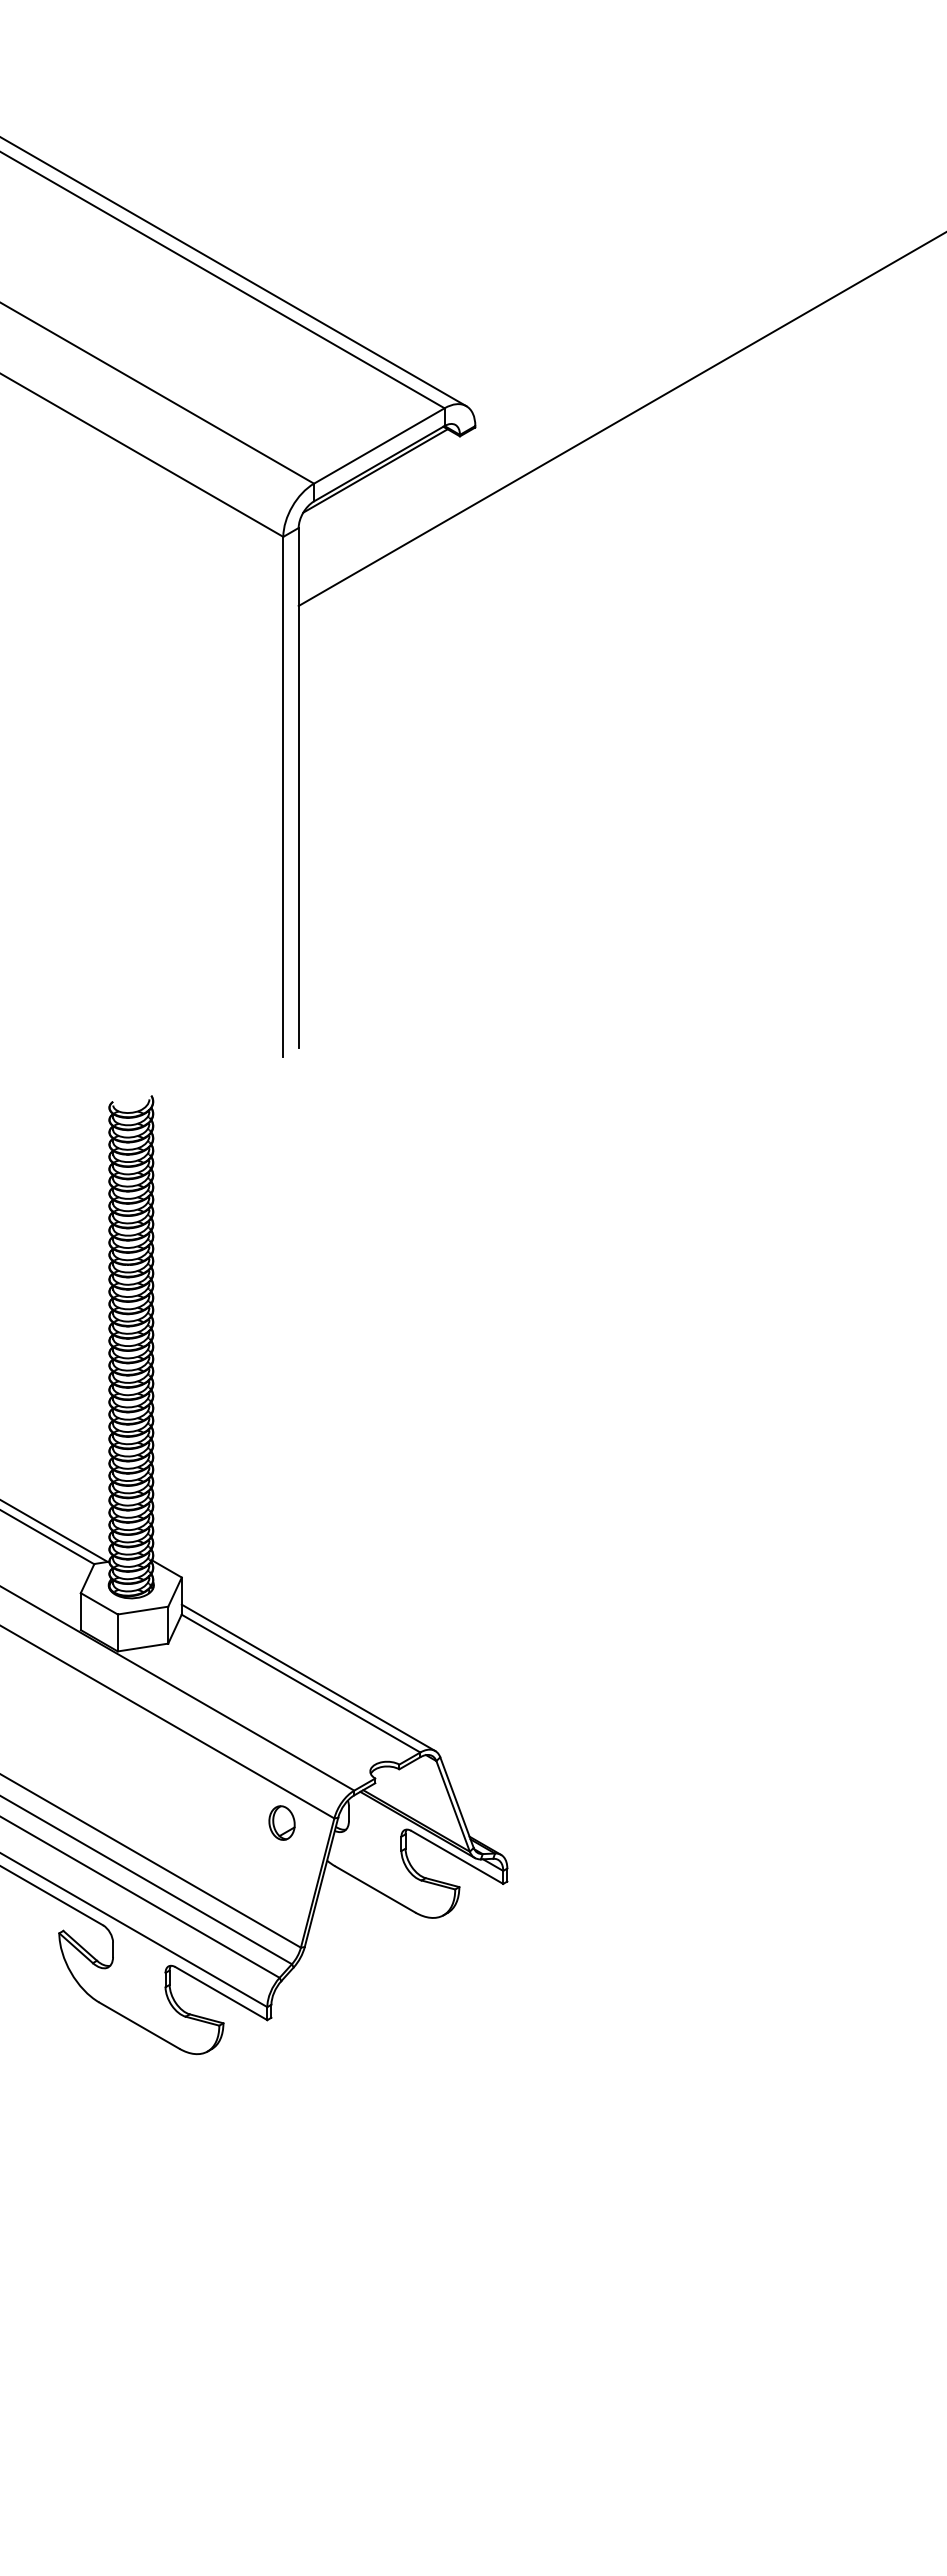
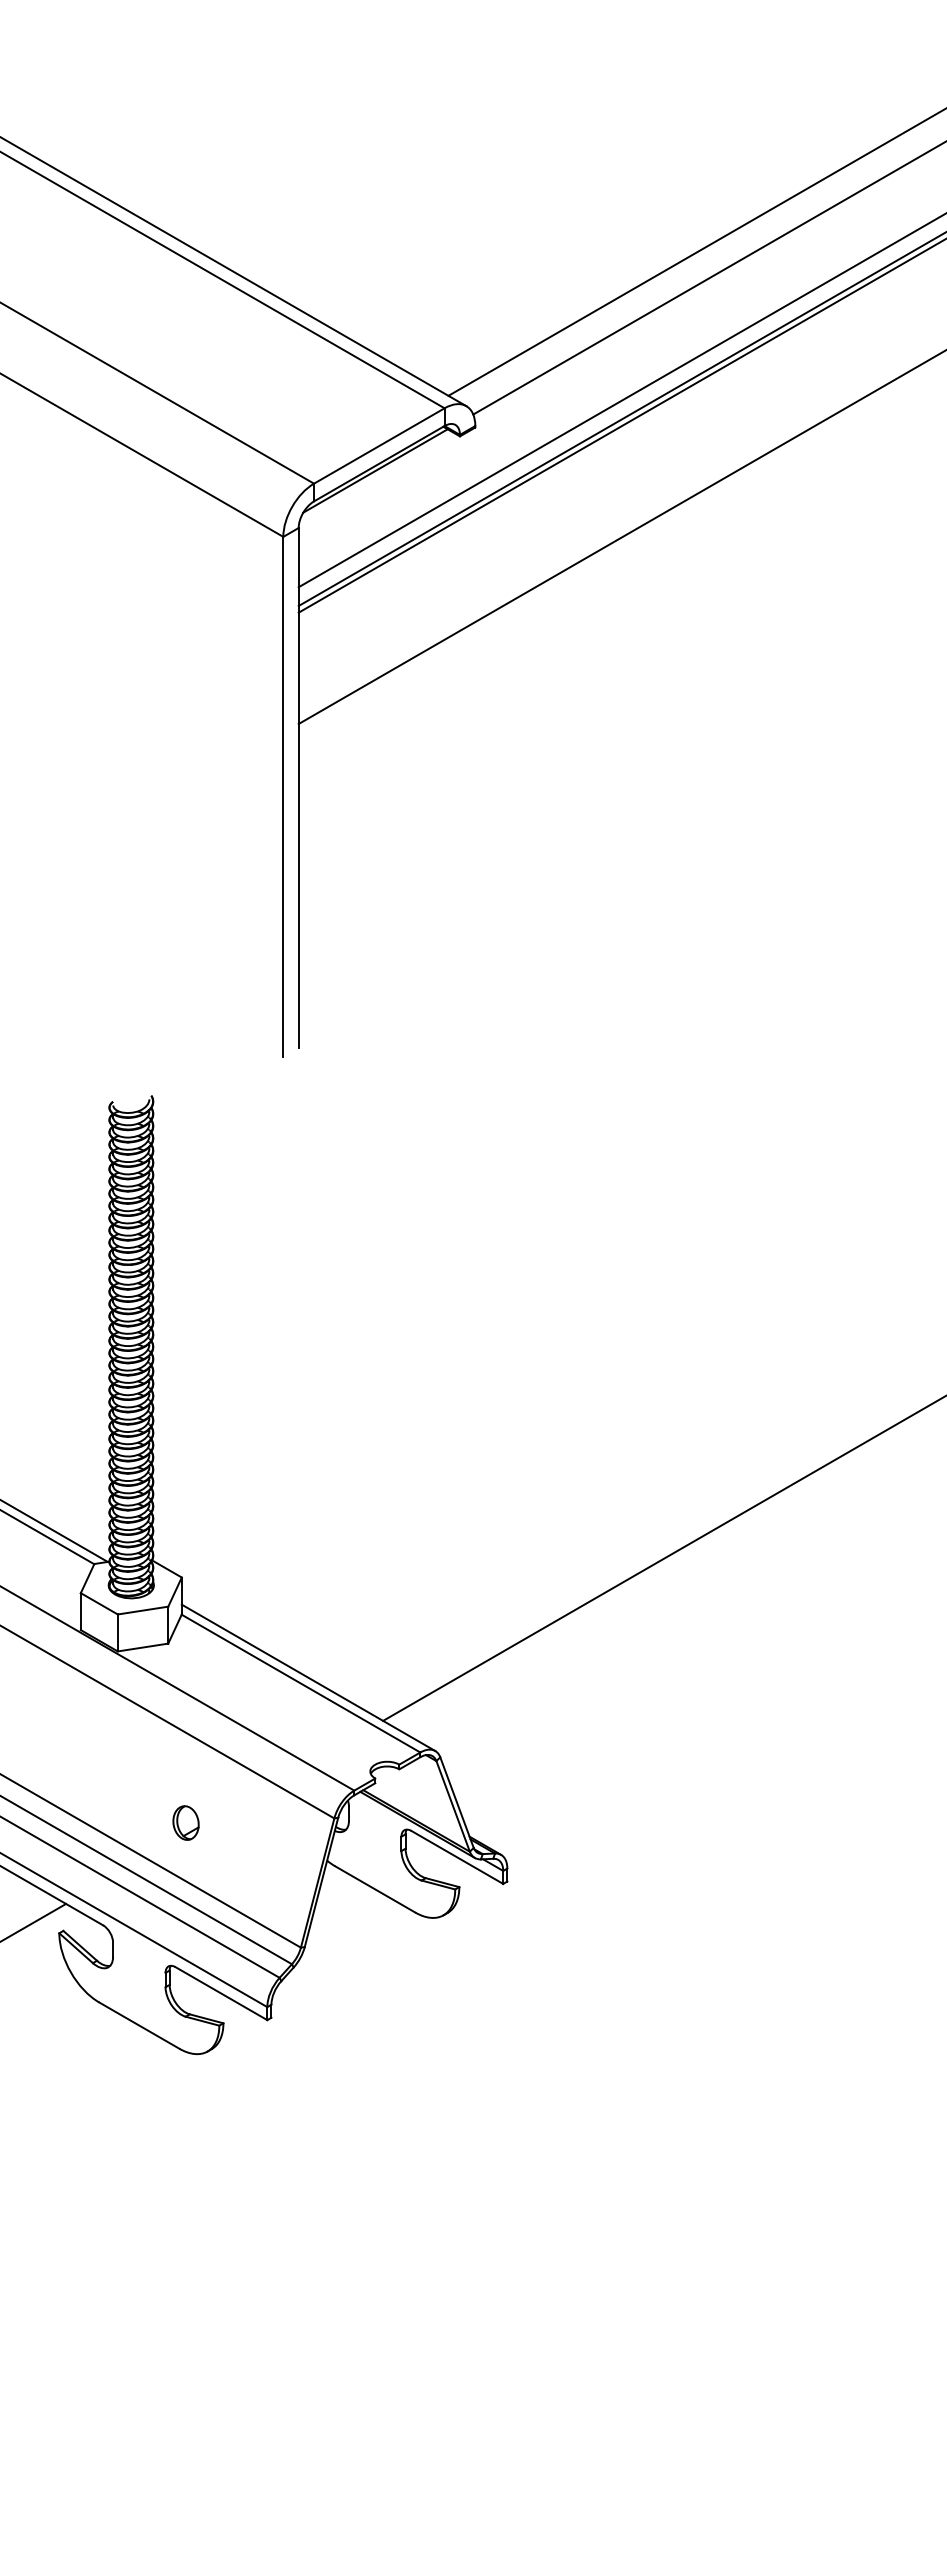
line at (695, 252): none -> present
line at (708, 278): none -> present
line at (620, 400): none -> present
line at (620, 426): none -> present
line at (620, 537): none -> present
line at (663, 1558): none -> present
part at (281, 1822) position: (281, 1822) -> (185, 1822)
line at (34, 1921): none -> present
